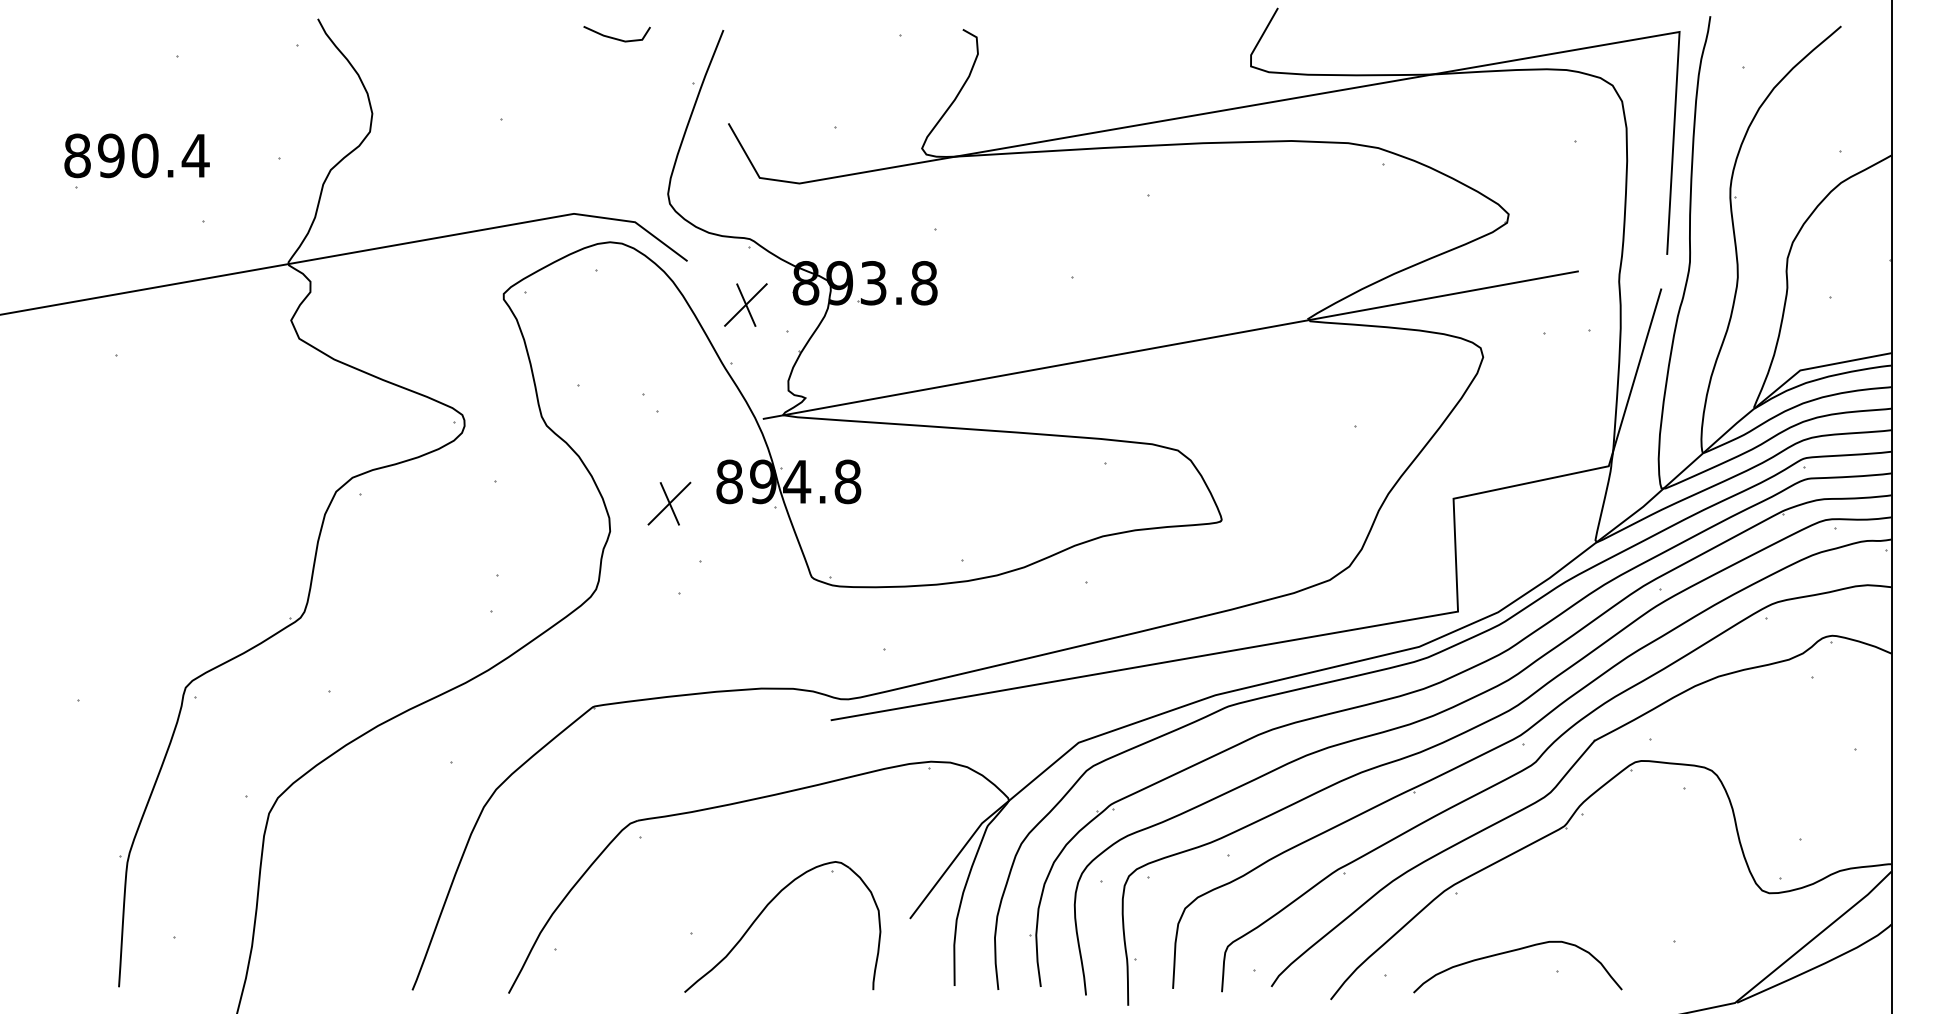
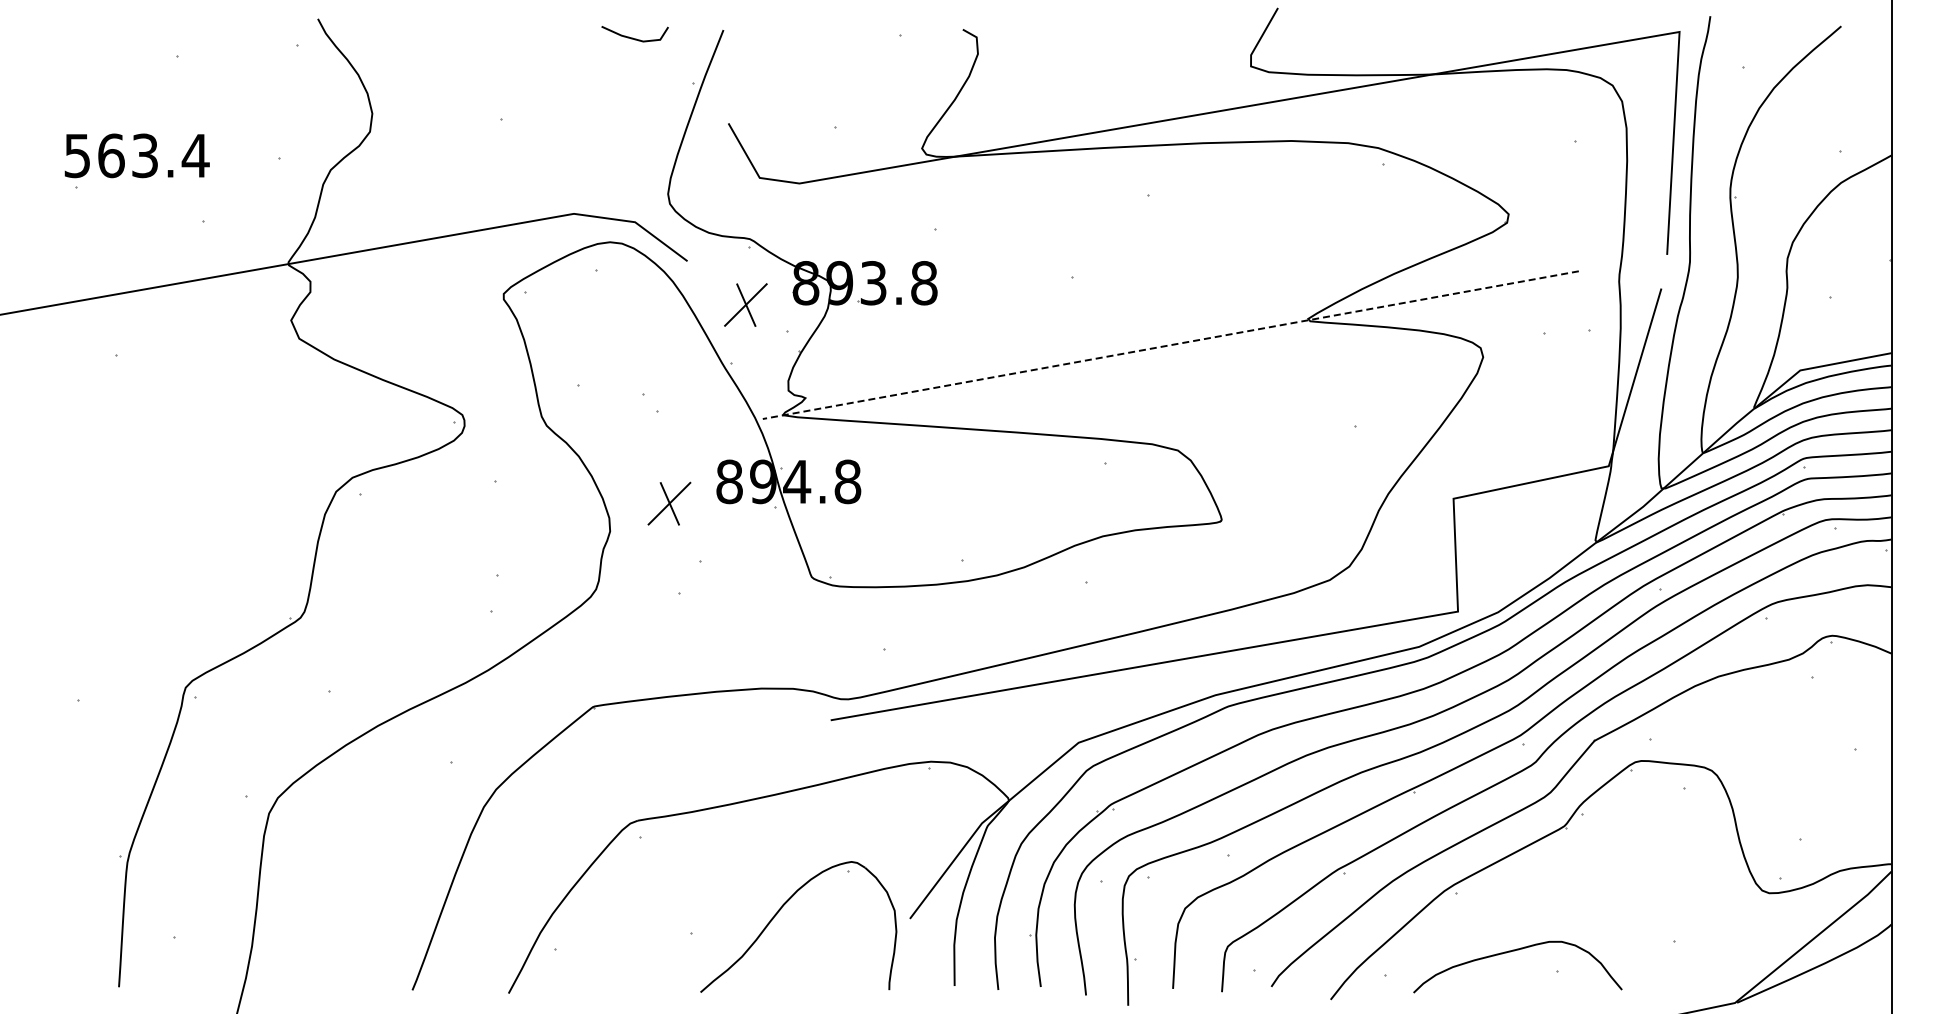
line at (614, 37) position: (614, 37) -> (632, 37)
text at (111, 155): 890.4 -> 563.4
line at (1170, 345): solid -> dashed
part at (765, 909) position: (765, 909) -> (781, 909)
